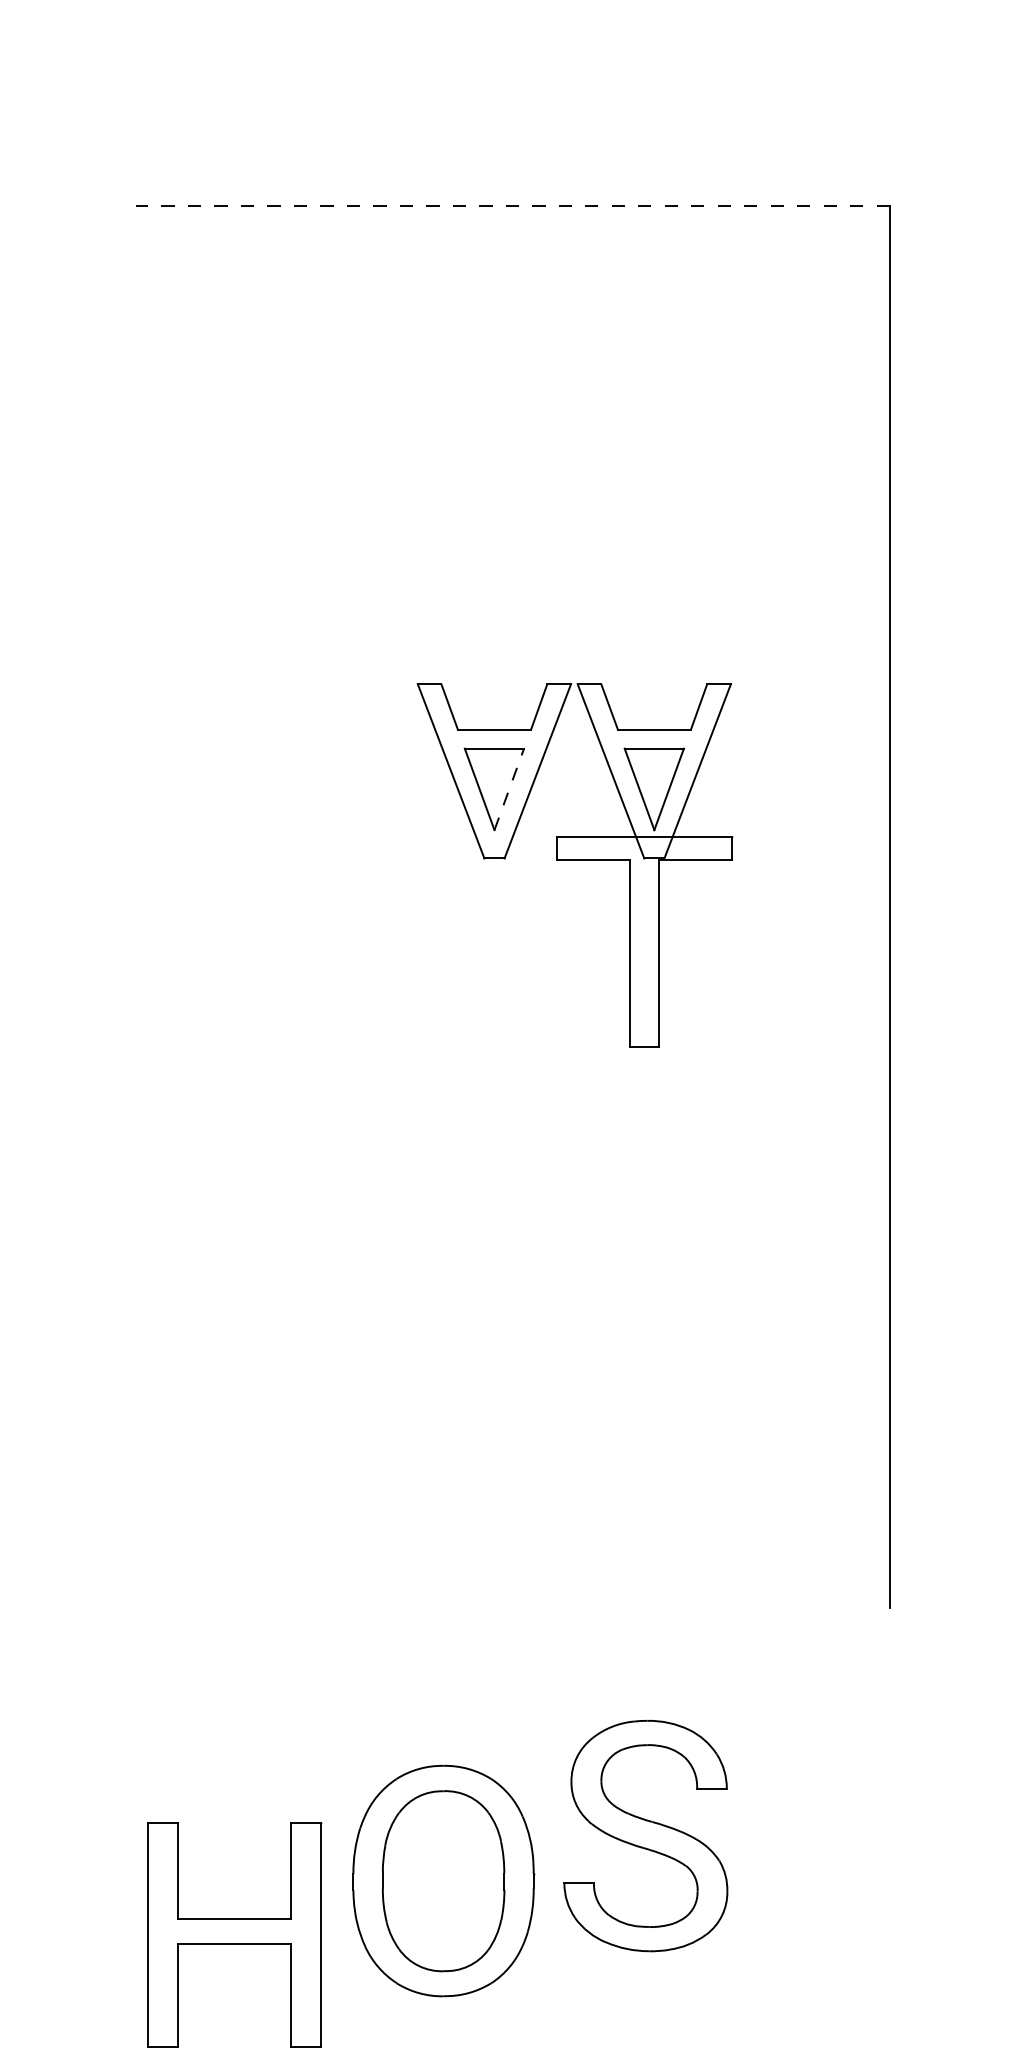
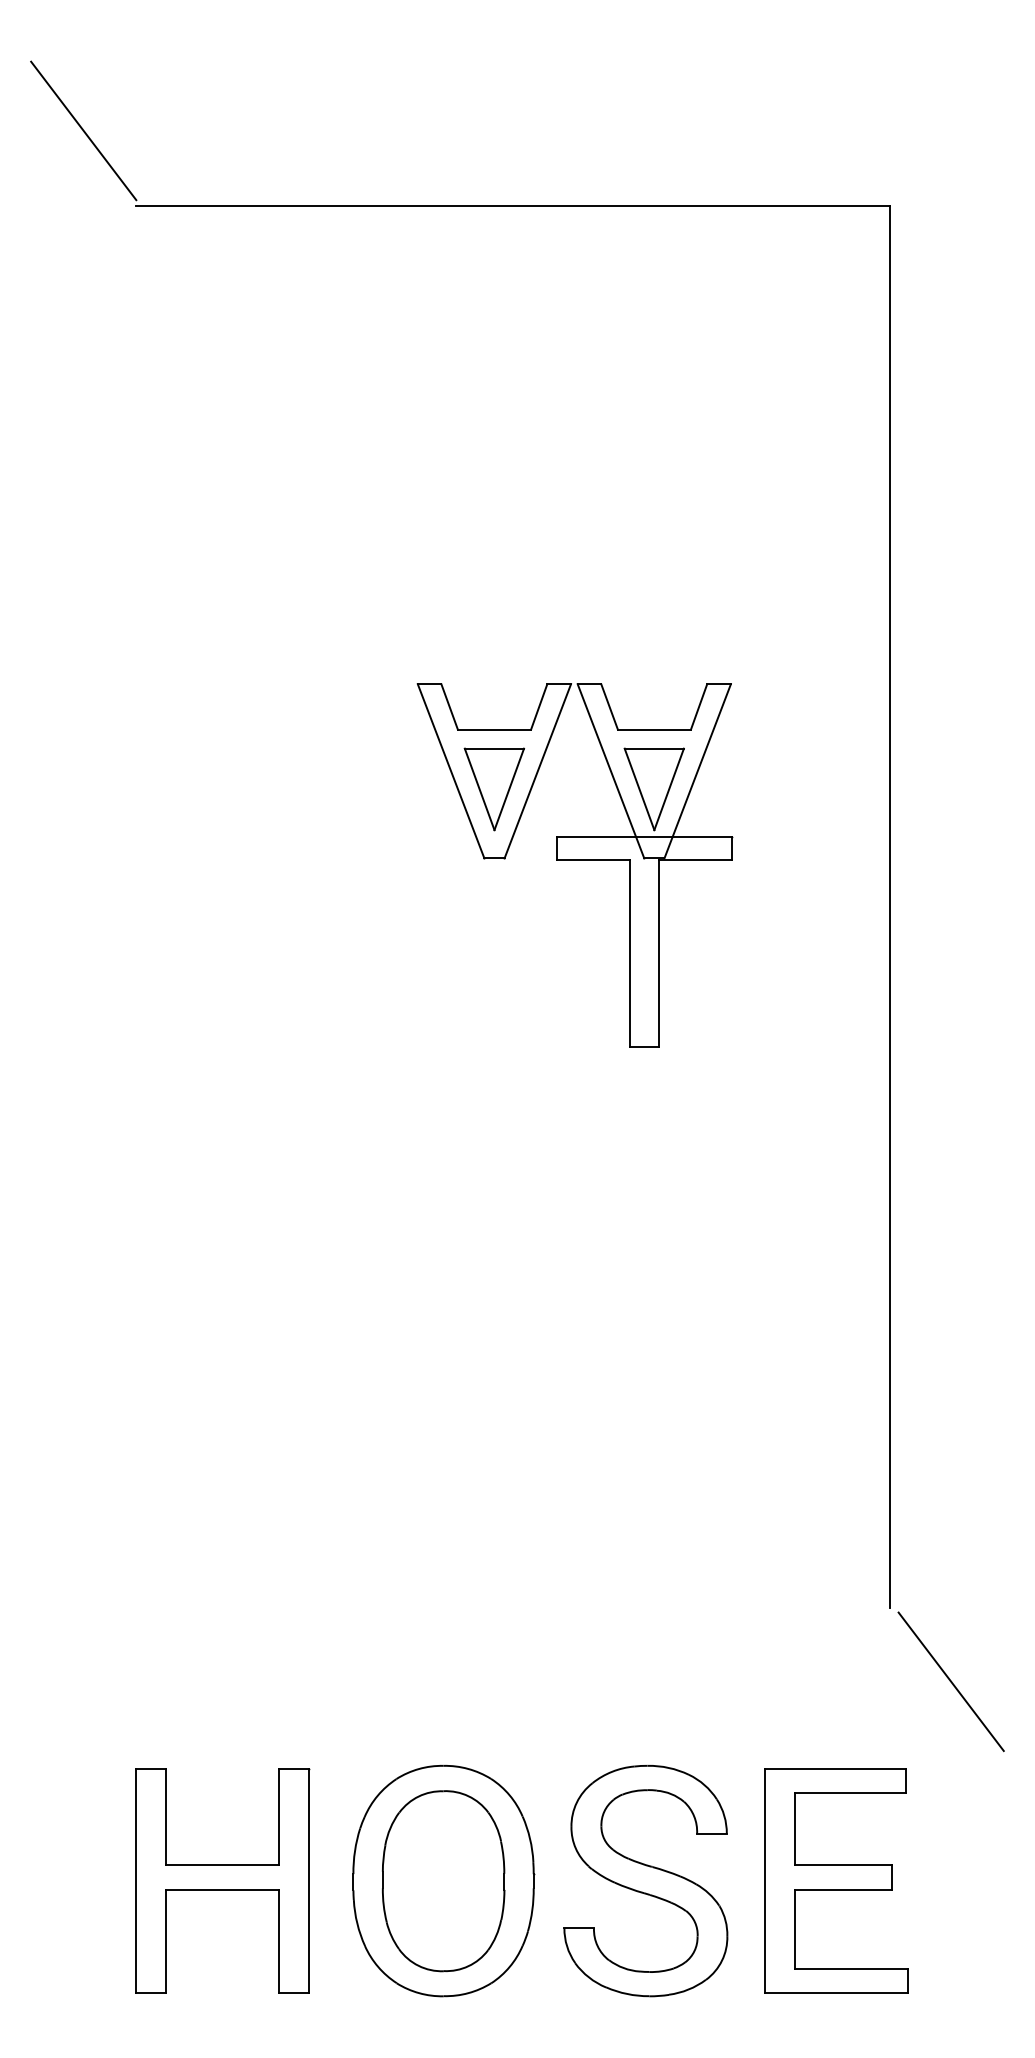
line at (83, 130): none -> present
line at (513, 206): dashed -> solid
line at (509, 788): dashed -> solid
line at (950, 1681): none -> present
part at (645, 1836) position: (645, 1836) -> (645, 1881)
part at (836, 1880): none -> present
part at (234, 1934) position: (234, 1934) -> (222, 1880)
